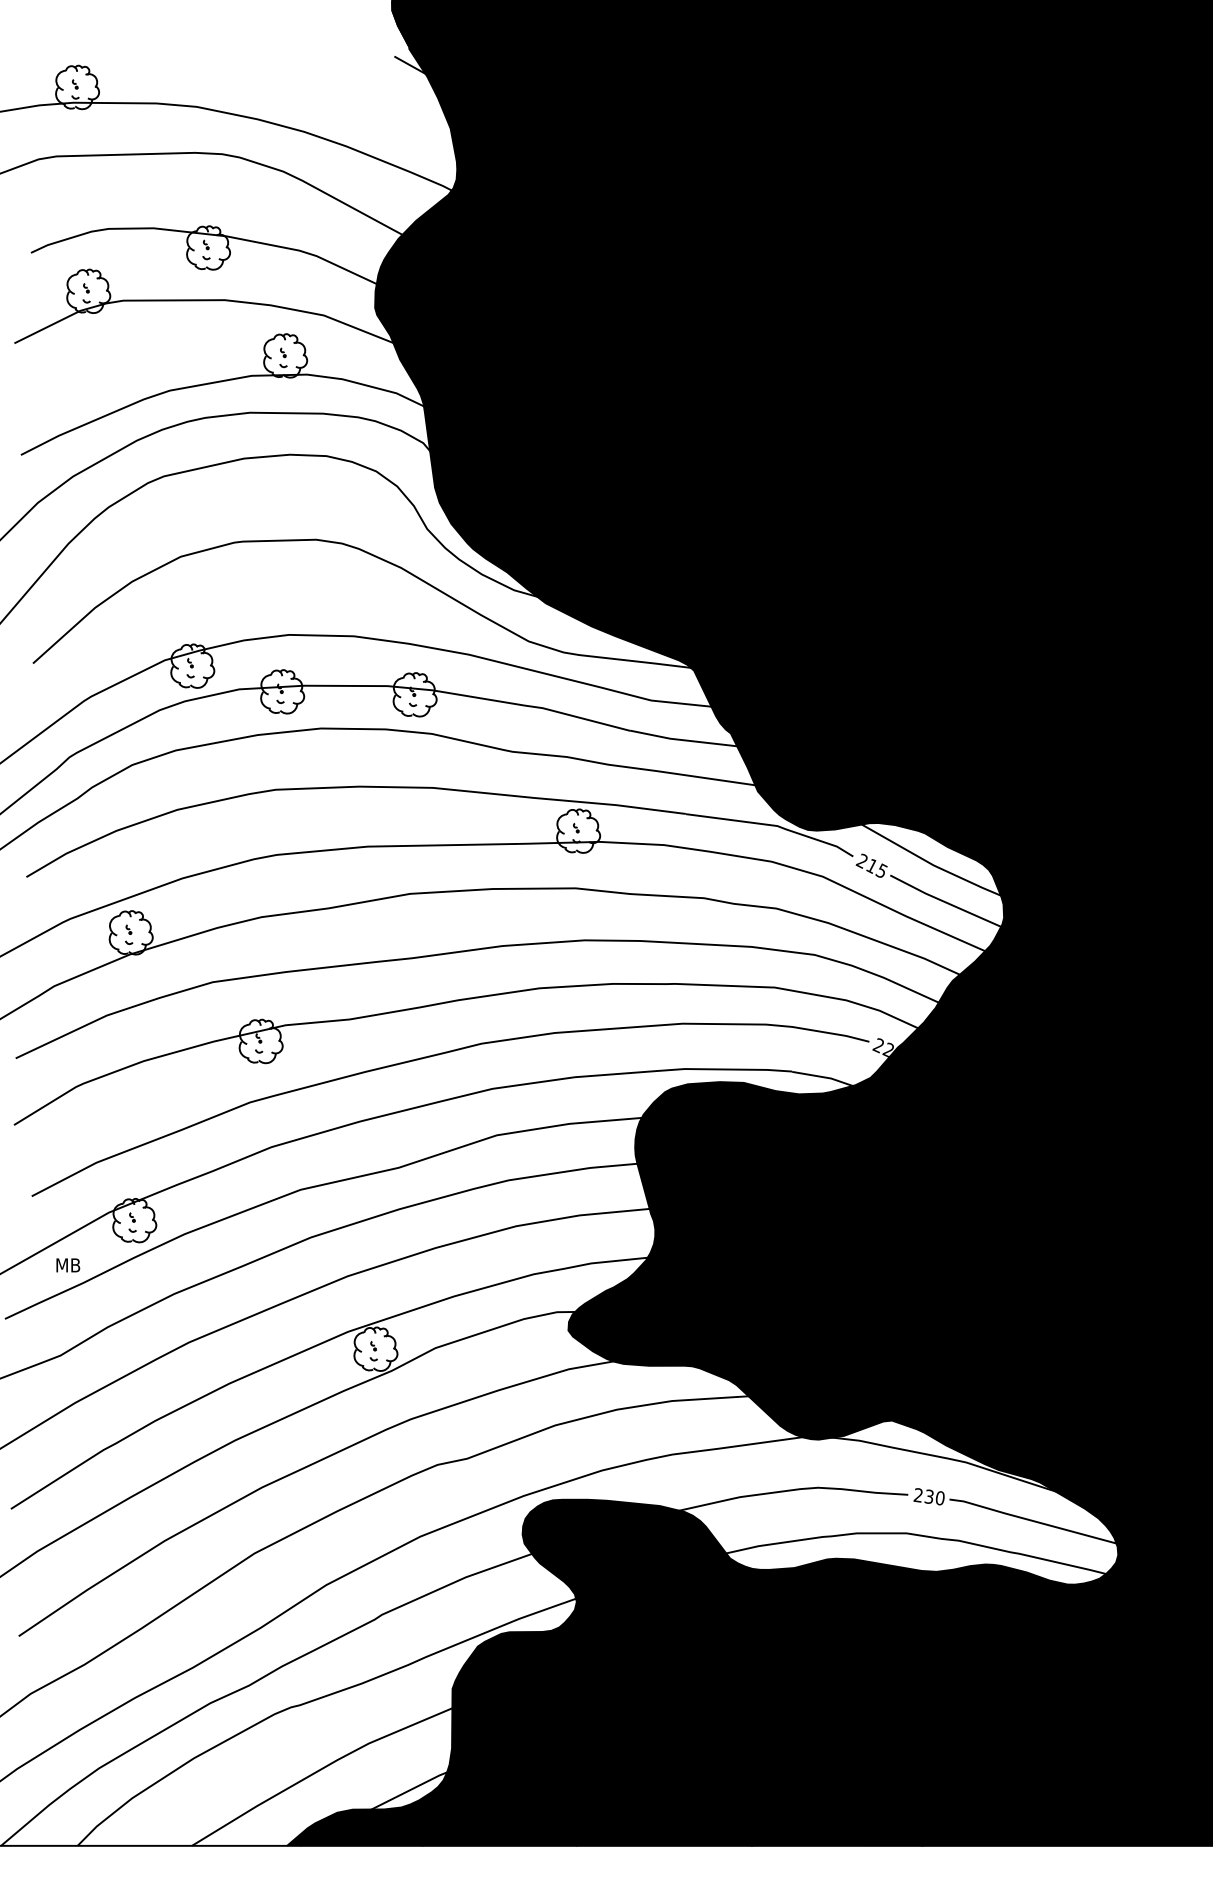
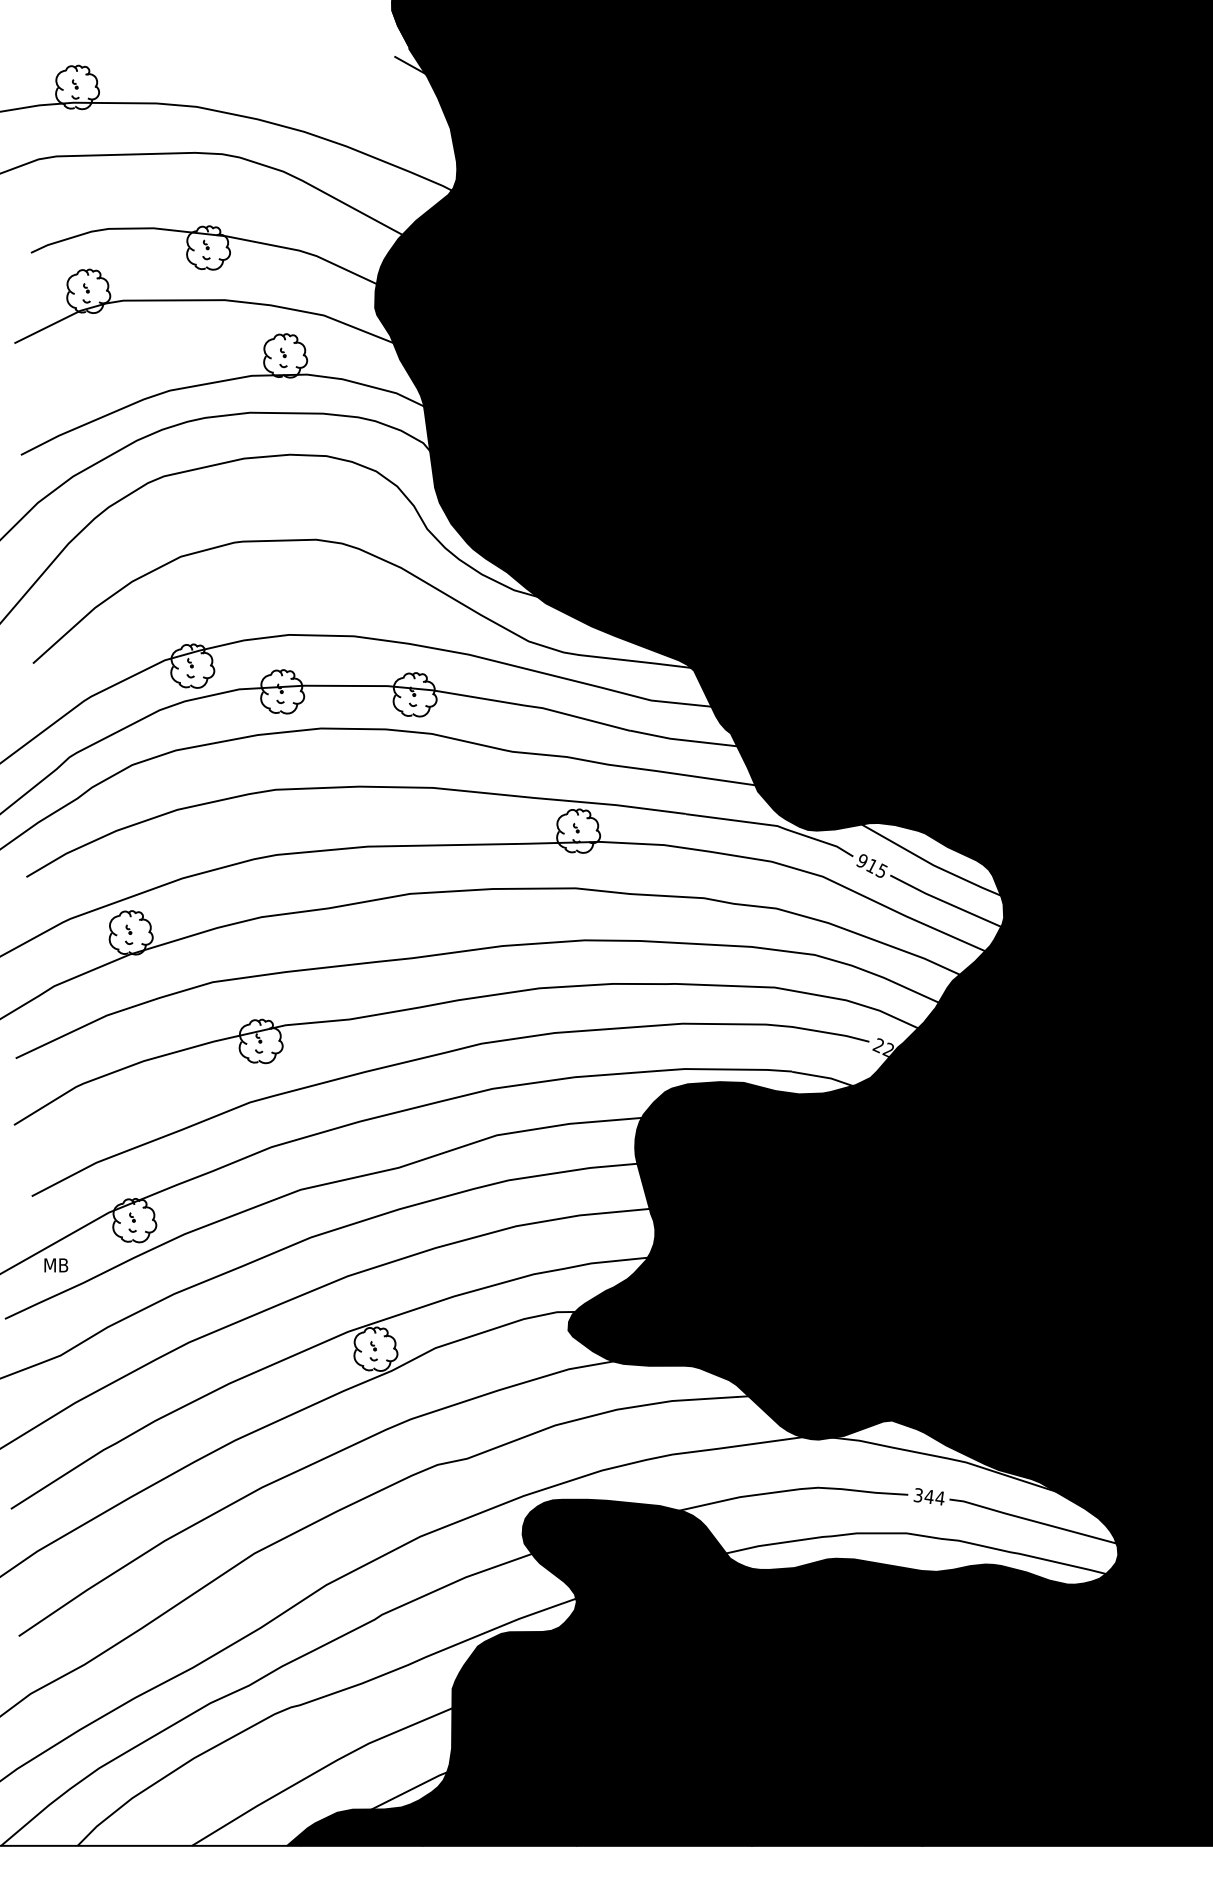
text at (861, 860): 215 -> 915
text at (68, 1265) position: (68, 1265) -> (56, 1265)
text at (928, 1496): 230 -> 344
